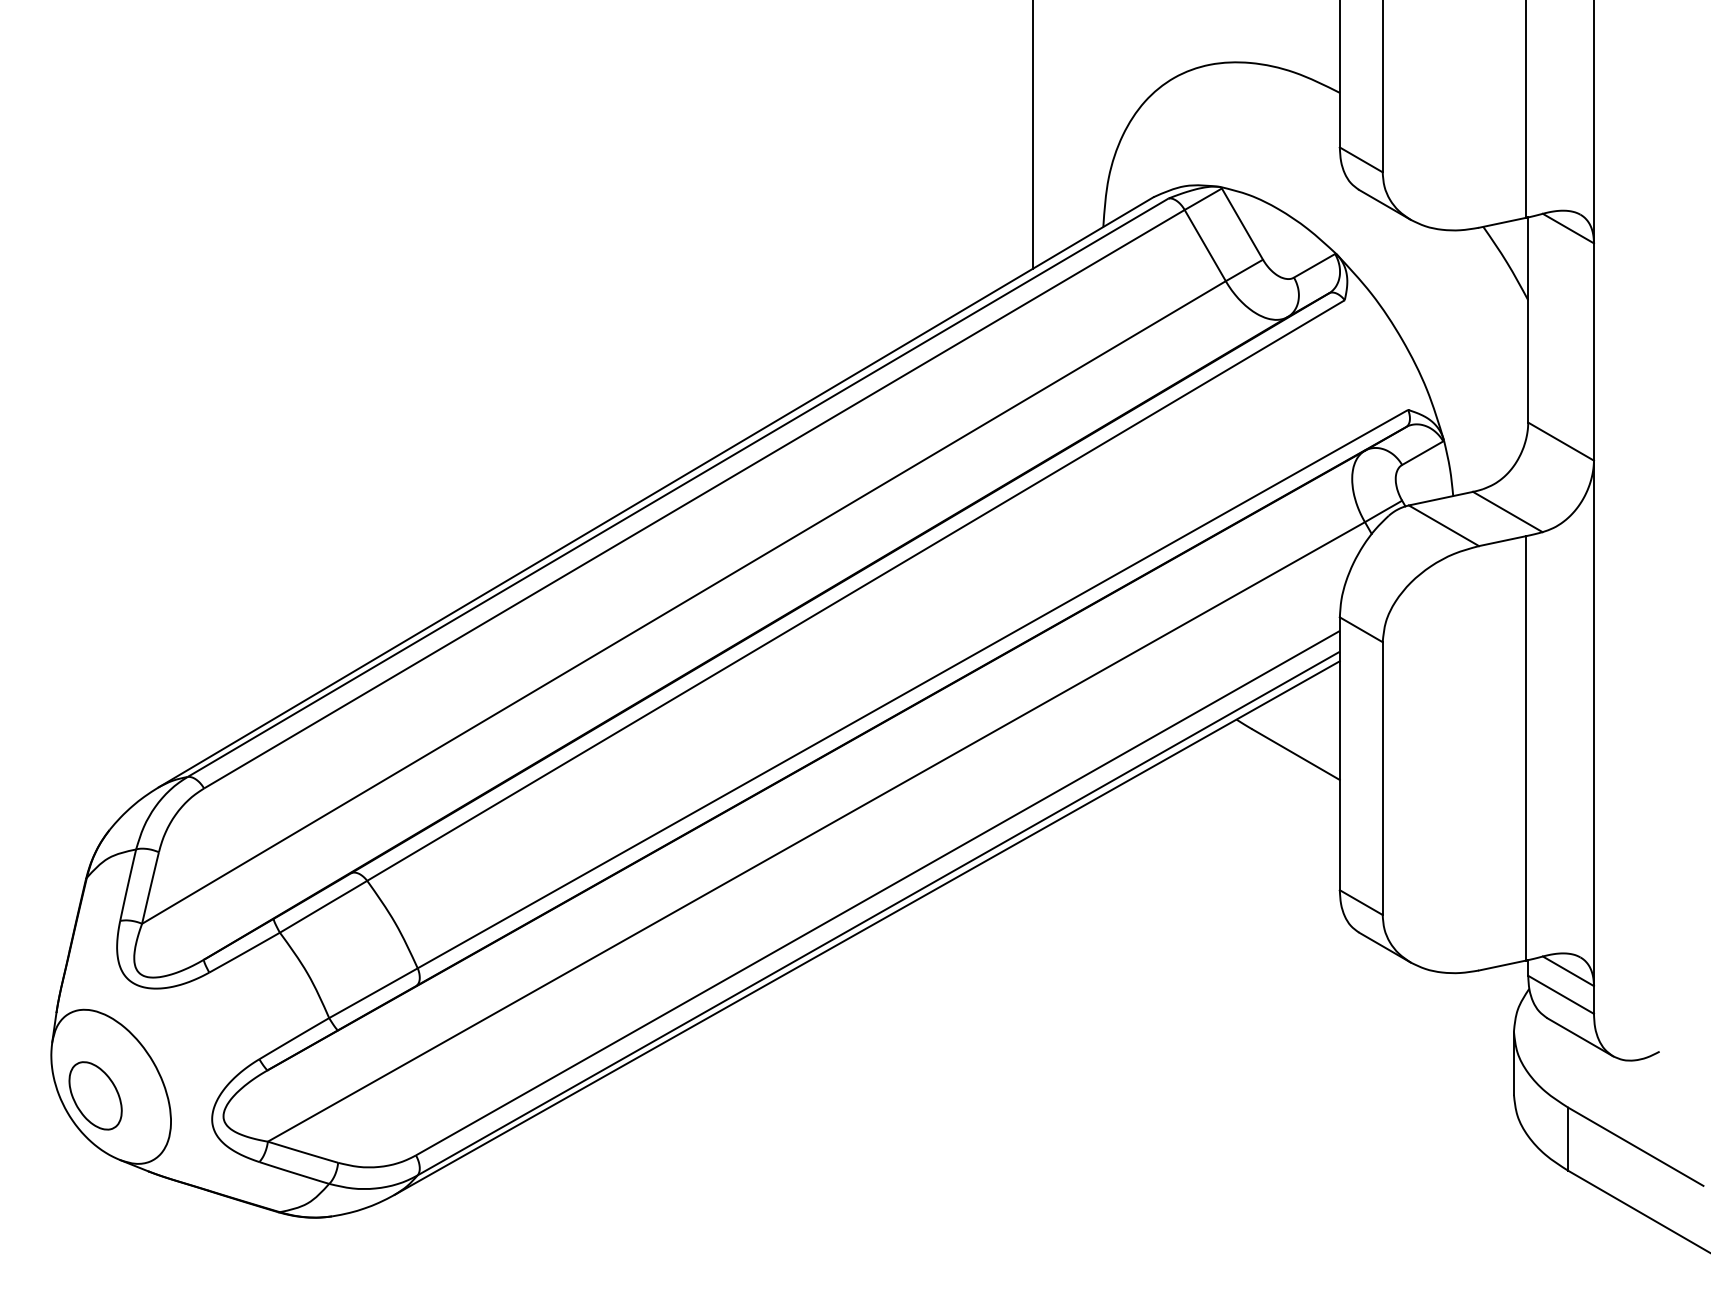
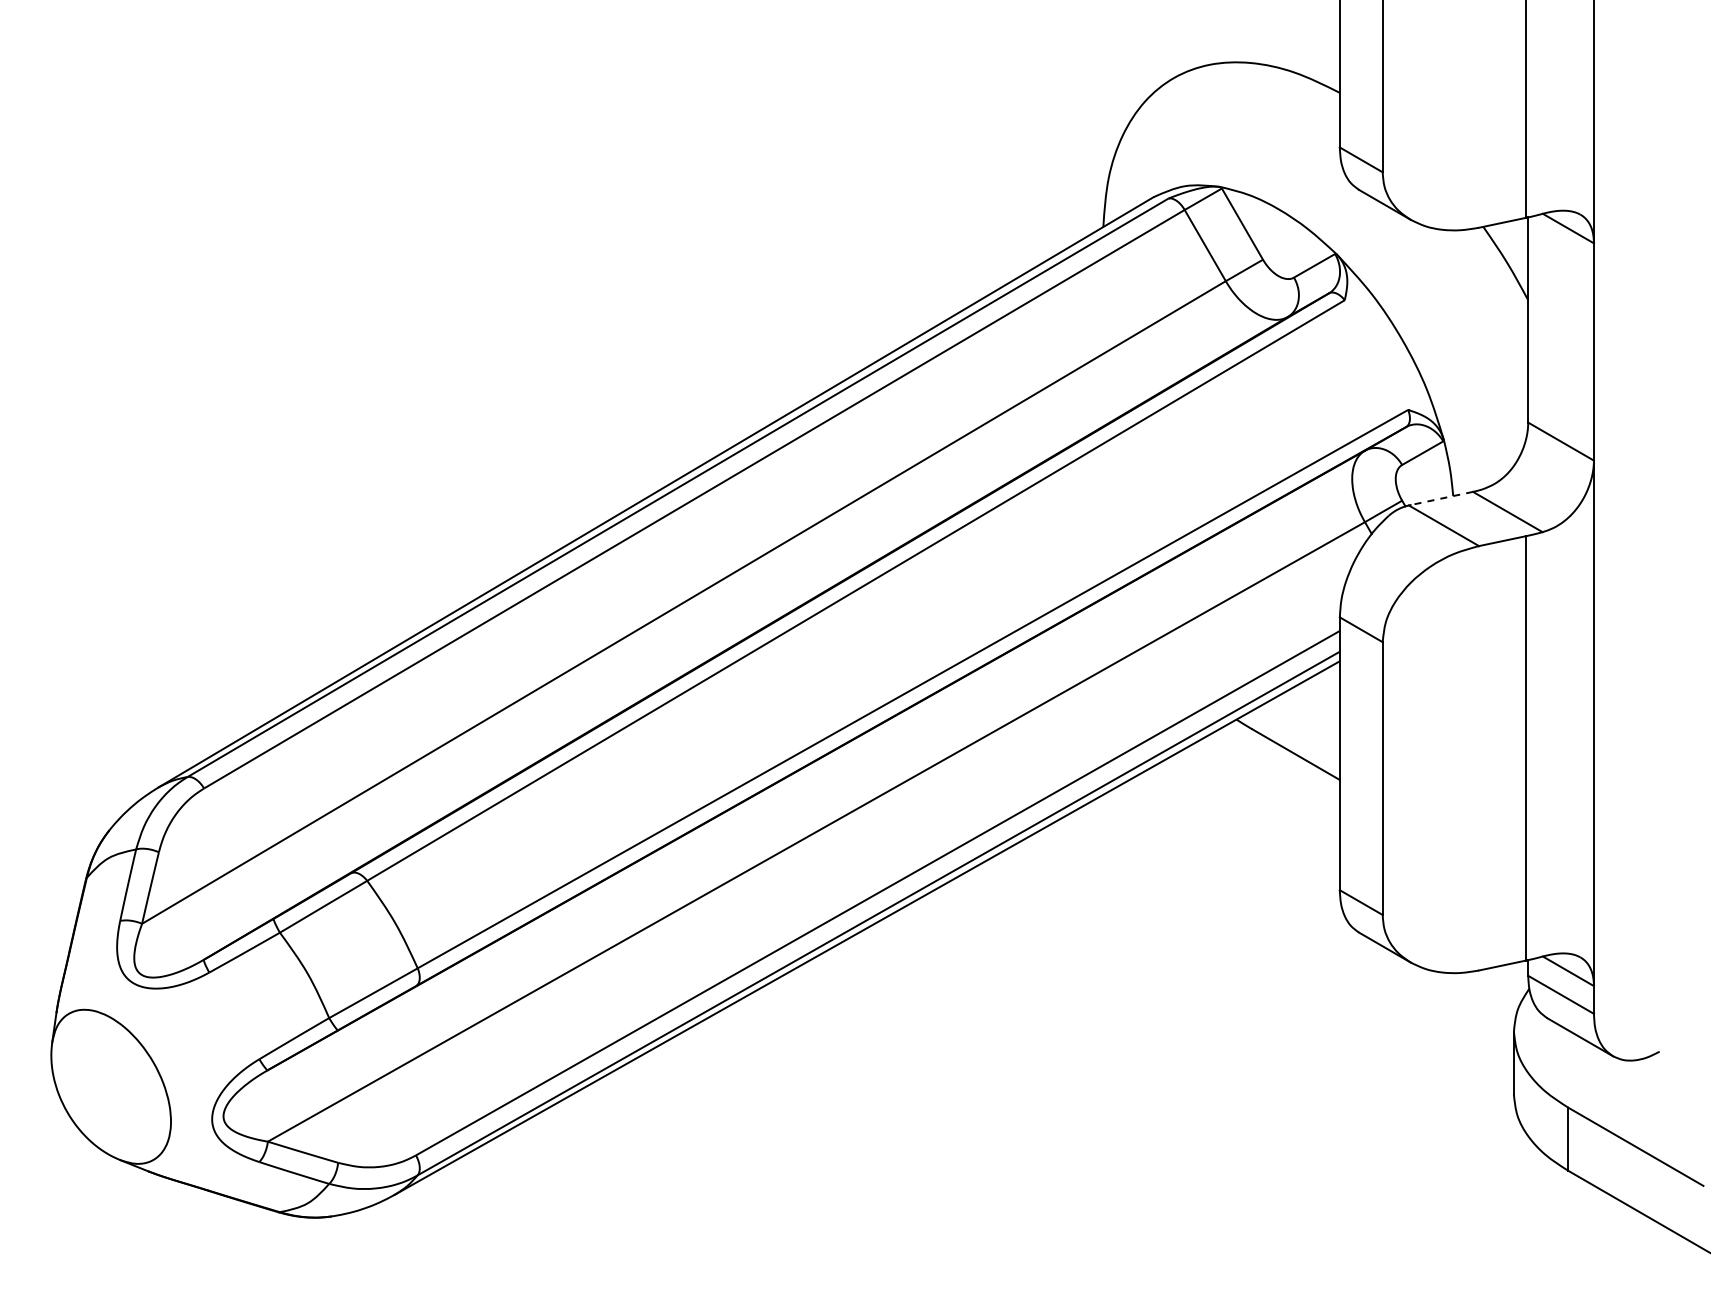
line at (1033, 135): present -> none
line at (1441, 498): solid -> dashed
part at (95, 1095): present -> none
